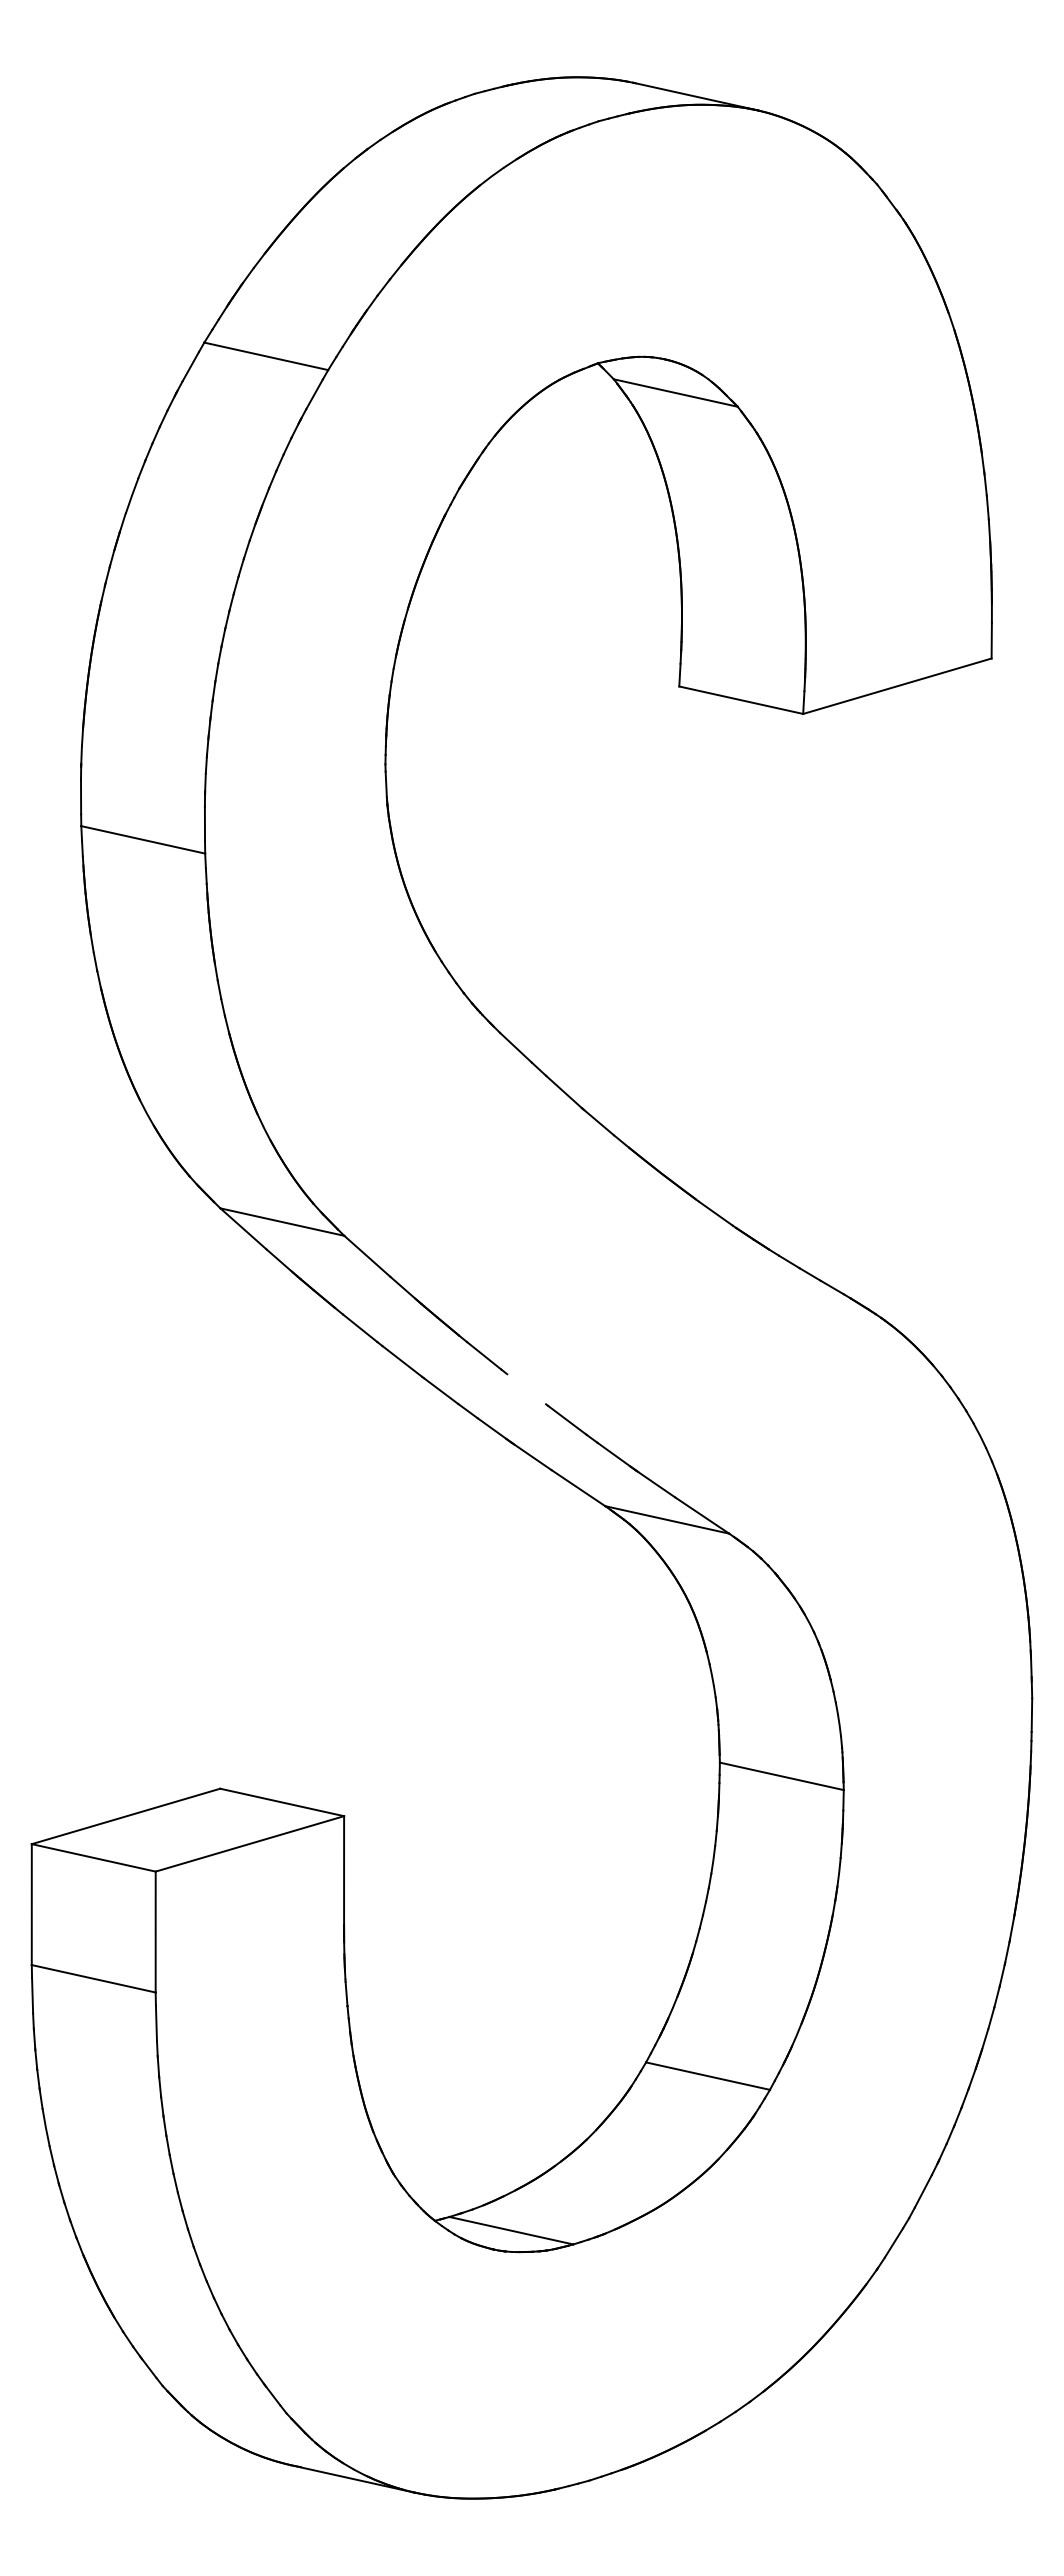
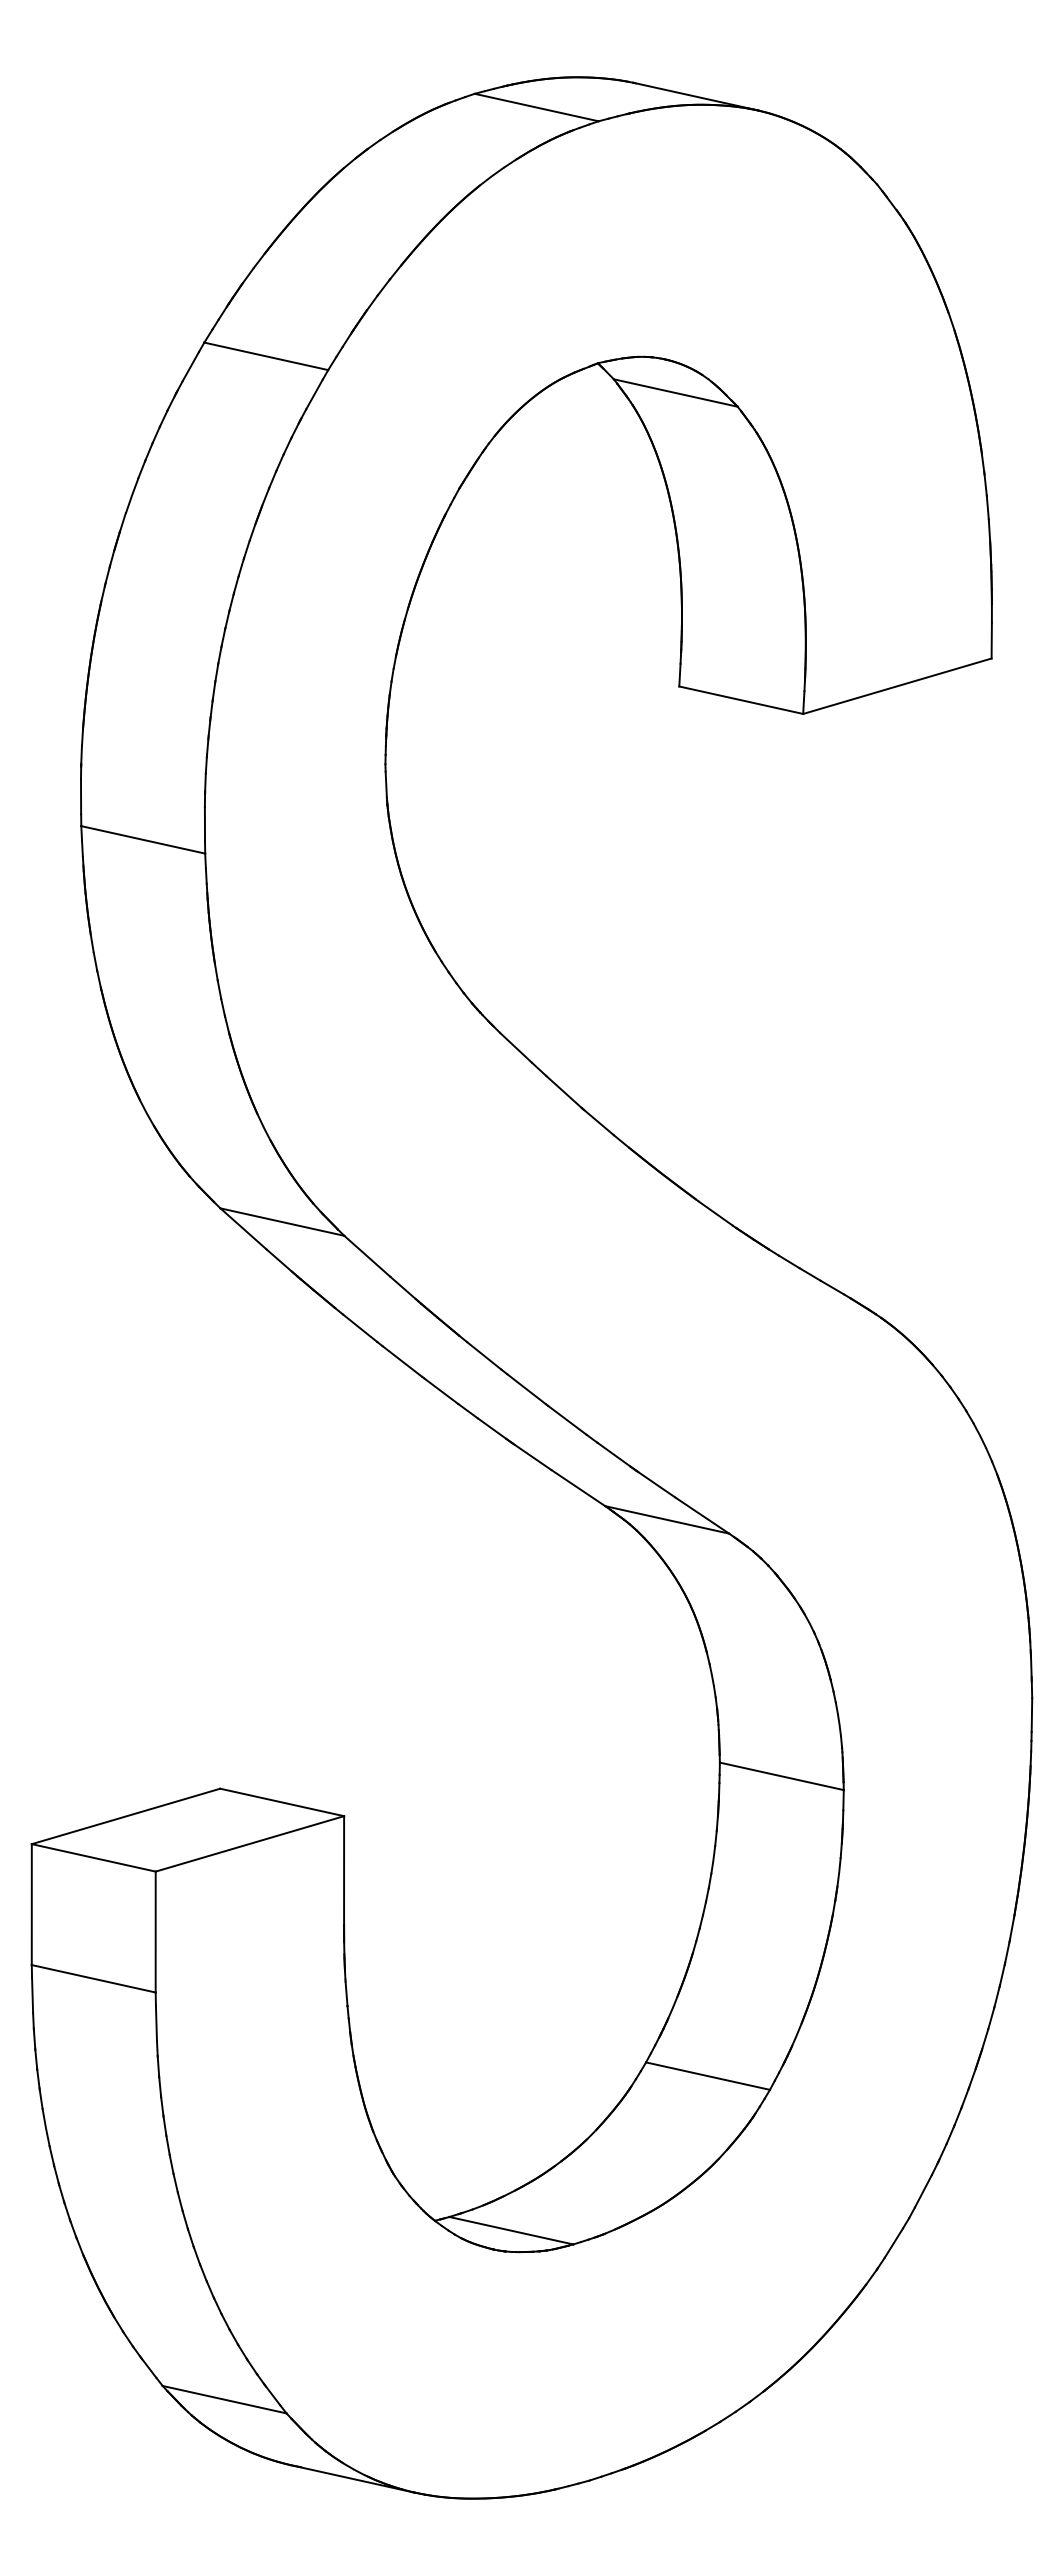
line at (536, 107): none -> present
line at (526, 1389): none -> present
line at (224, 2399): none -> present
